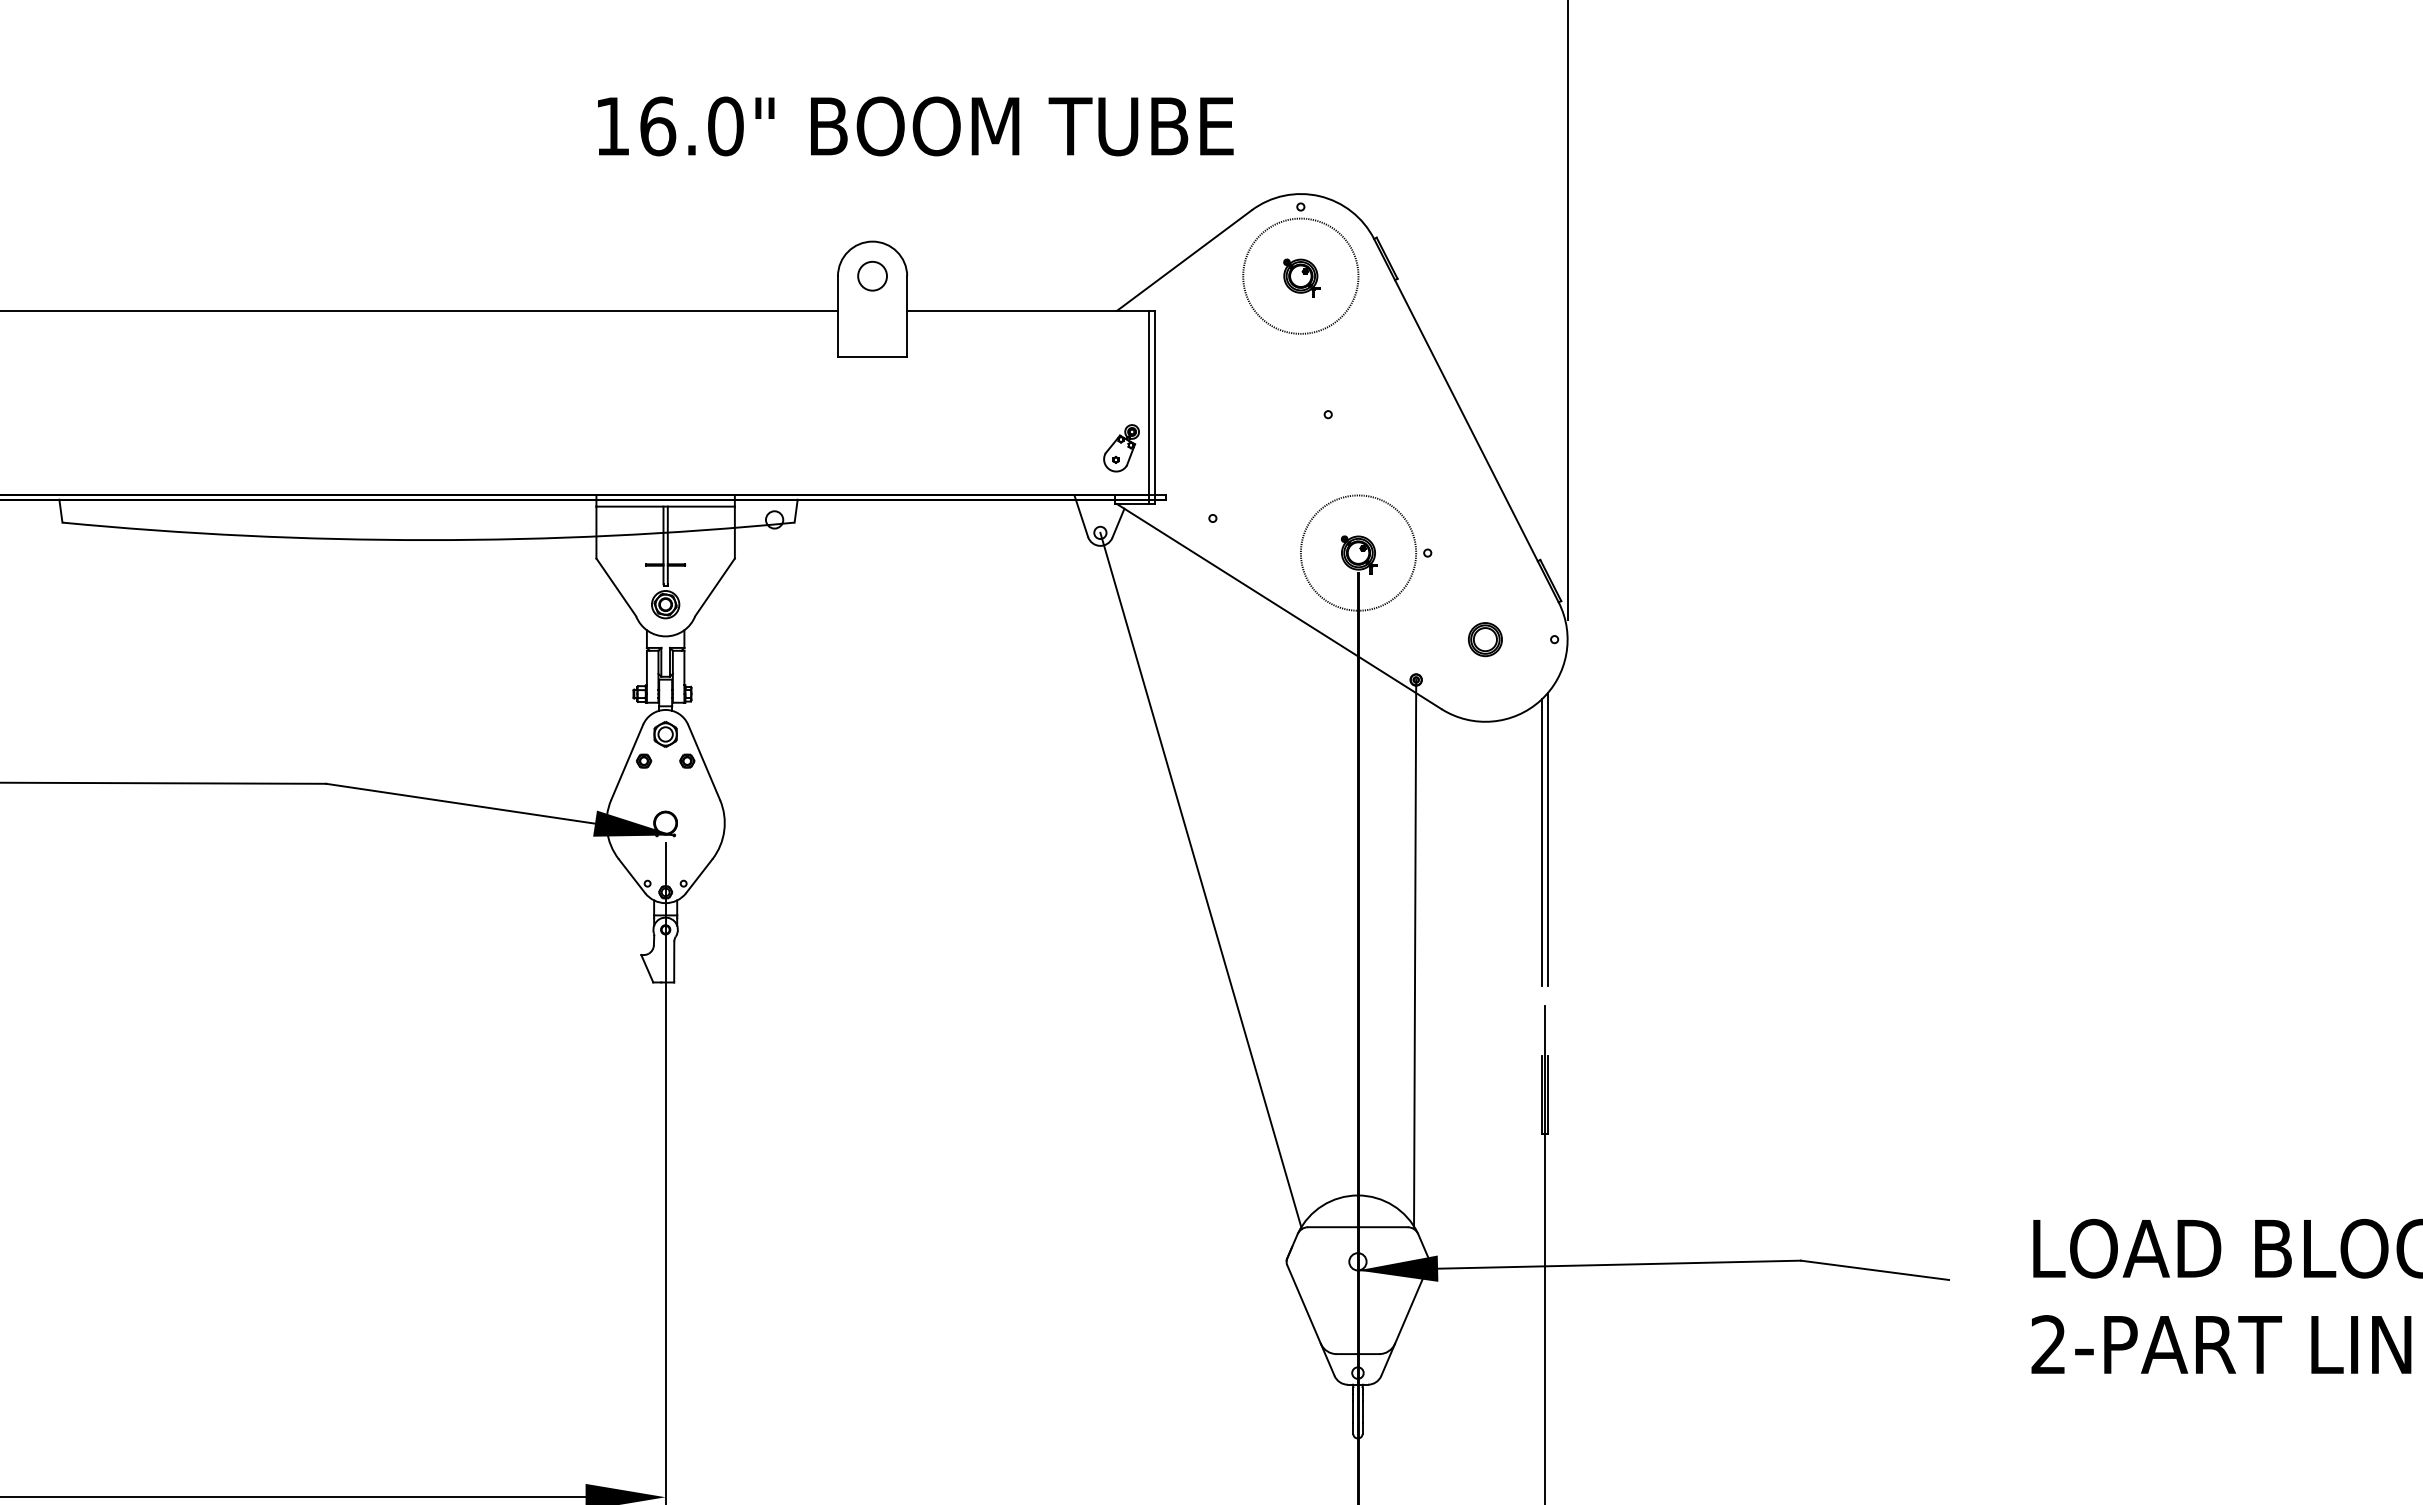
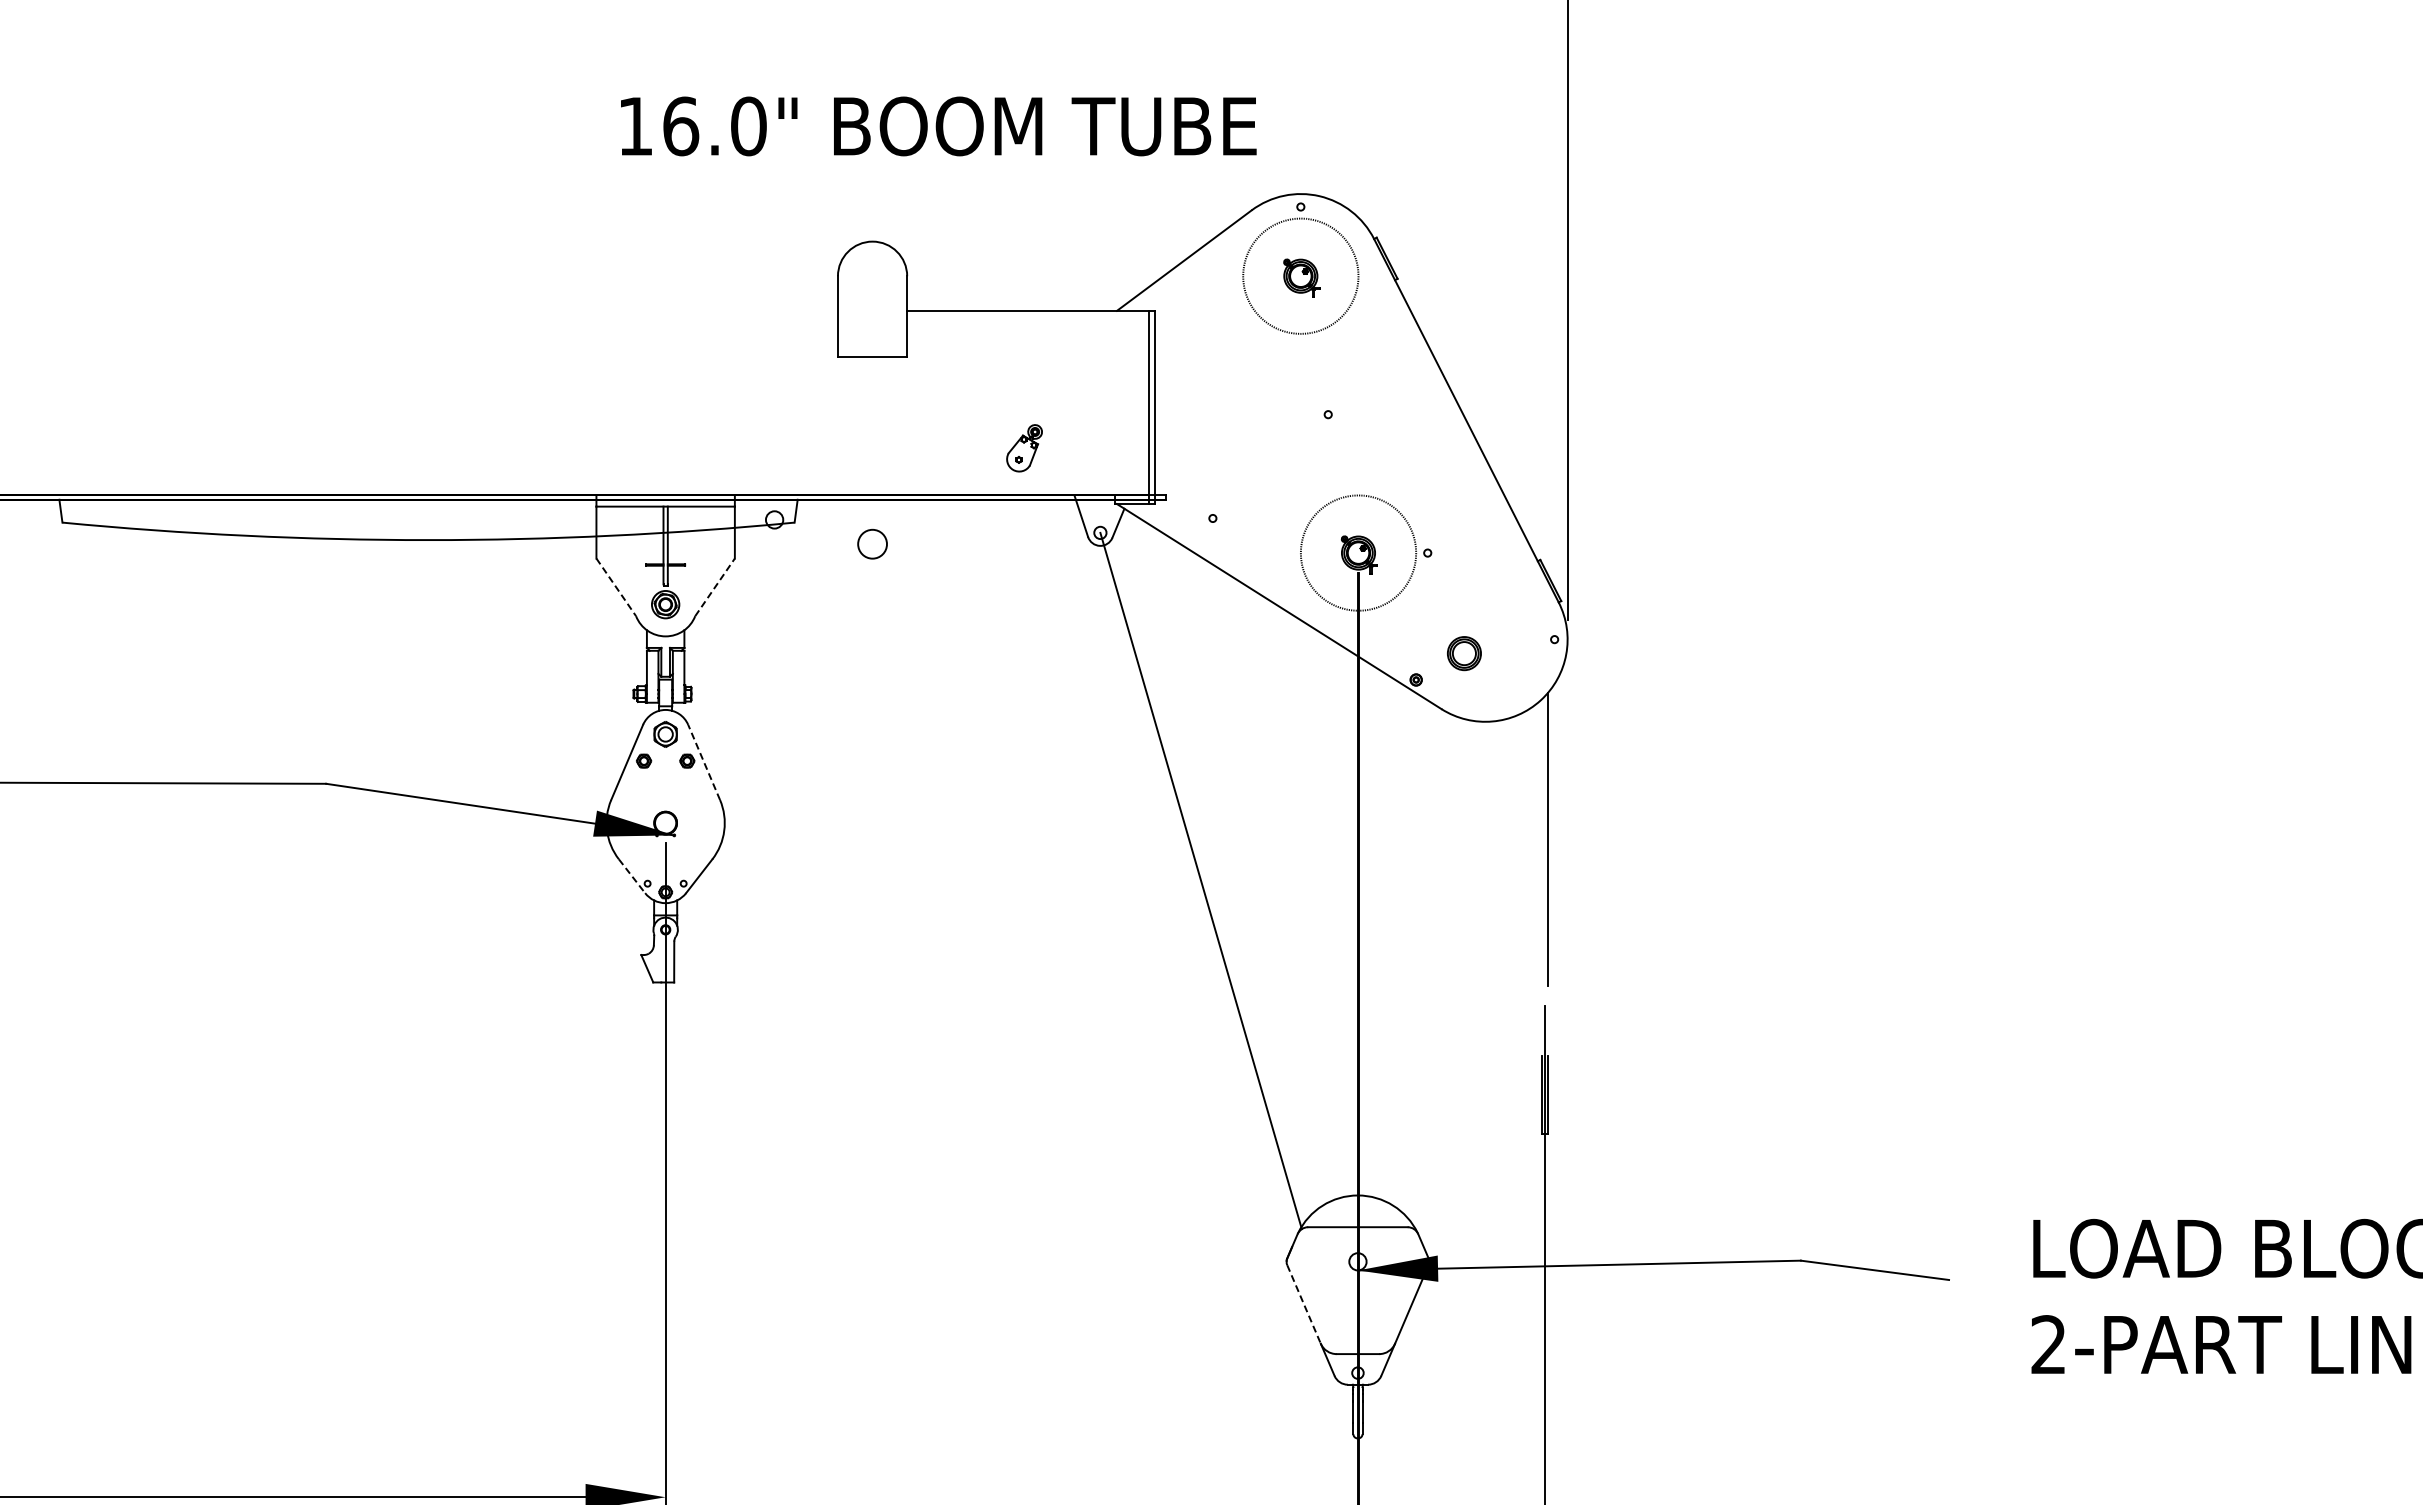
text at (915, 126) position: (915, 126) -> (938, 126)
circle at (872, 275) position: (872, 275) -> (872, 543)
line at (419, 310): present -> none
part at (1121, 448) position: (1121, 448) -> (1024, 448)
line at (715, 586): solid -> dashed
line at (616, 587): solid -> dashed
part at (1485, 639) position: (1485, 639) -> (1464, 653)
line at (704, 762): solid -> dashed
line at (1541, 842): present -> none
line at (632, 876): solid -> dashed
line at (1415, 953): present -> none
line at (1304, 1304): solid -> dashed
